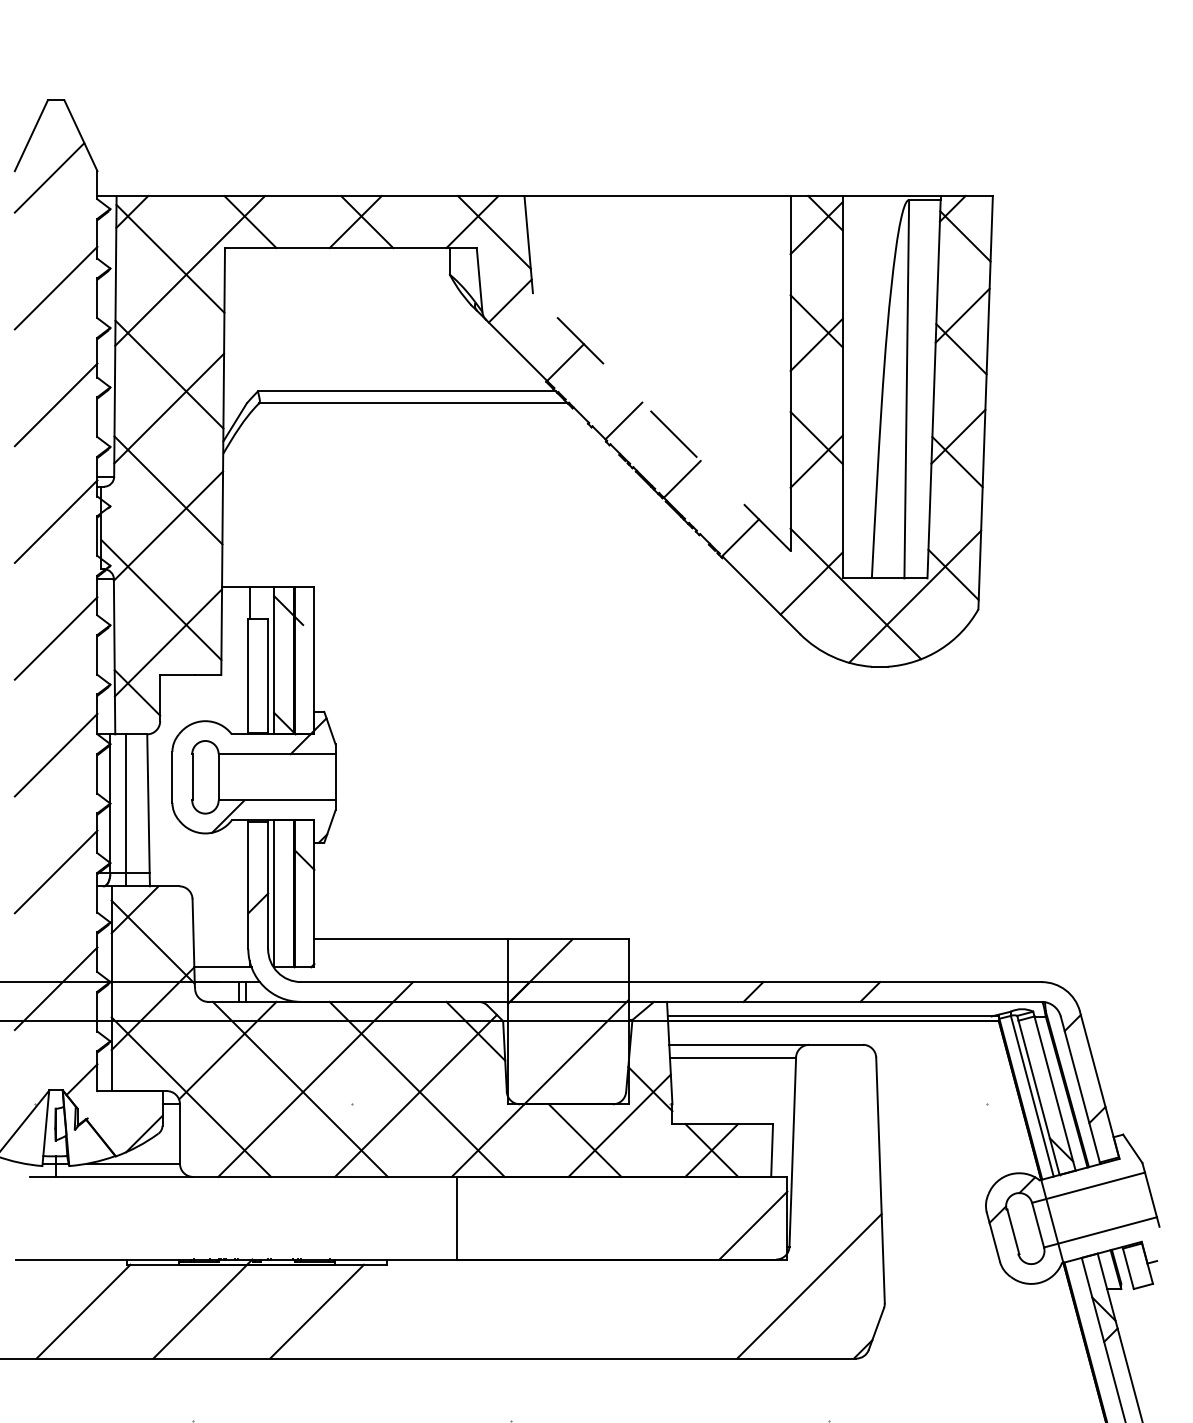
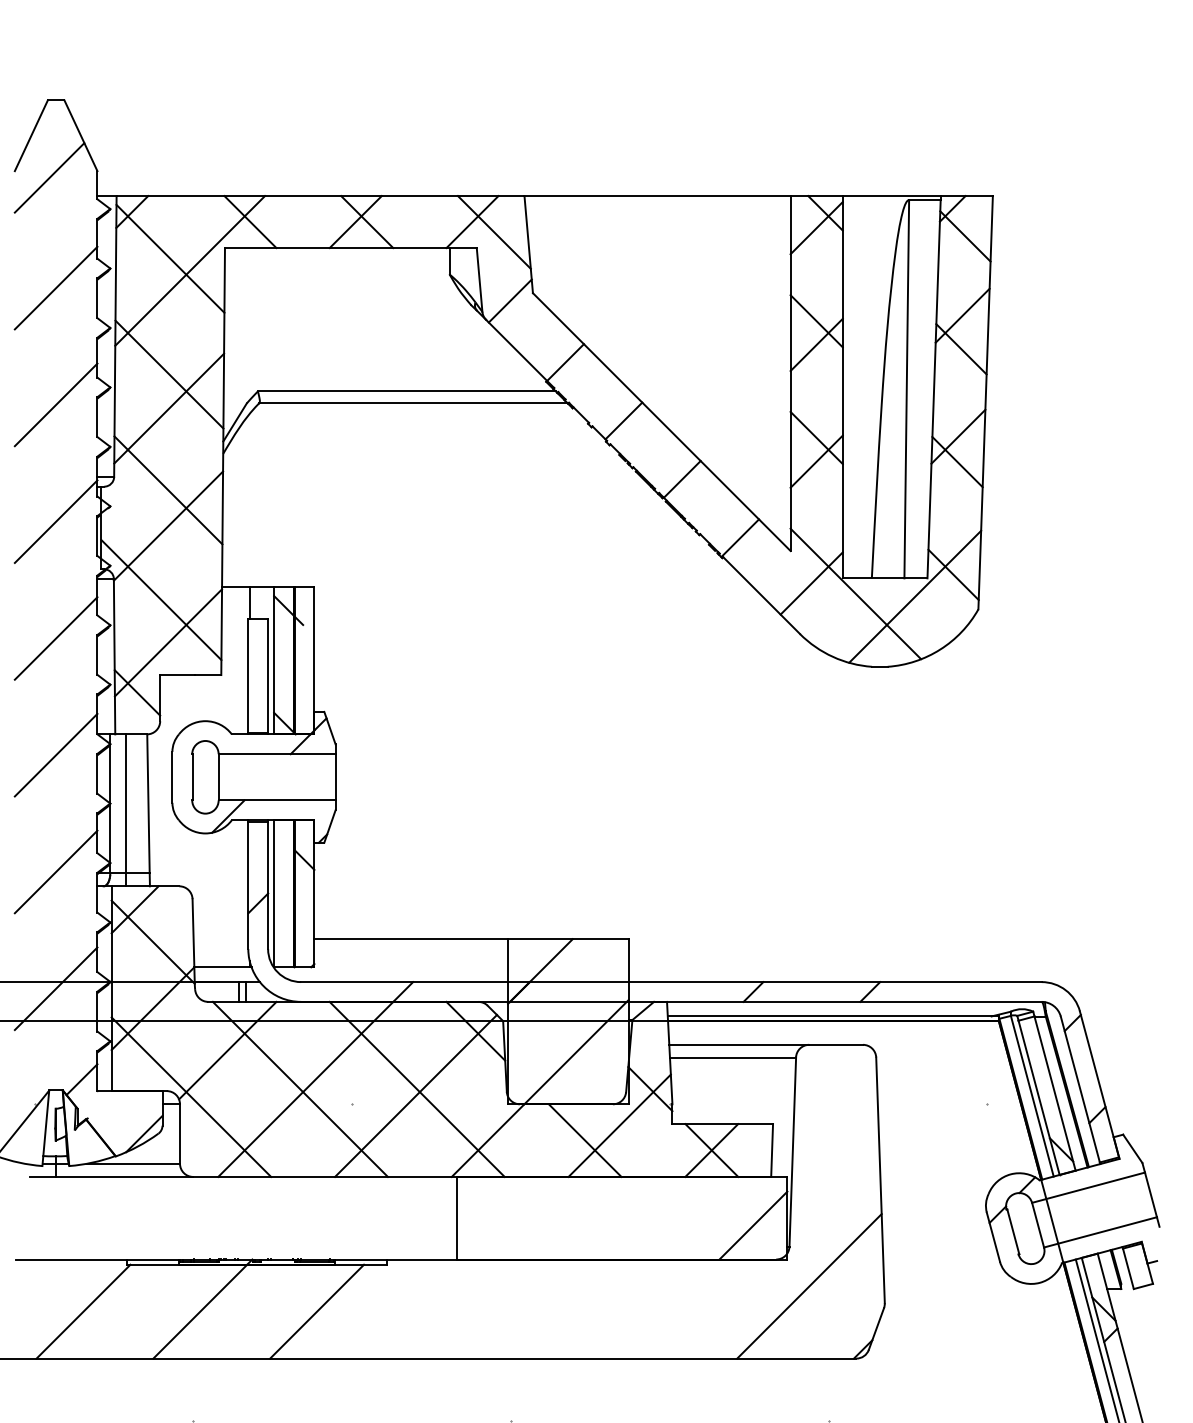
line at (661, 421): dashed -> solid
line at (1096, 1339): none -> present
